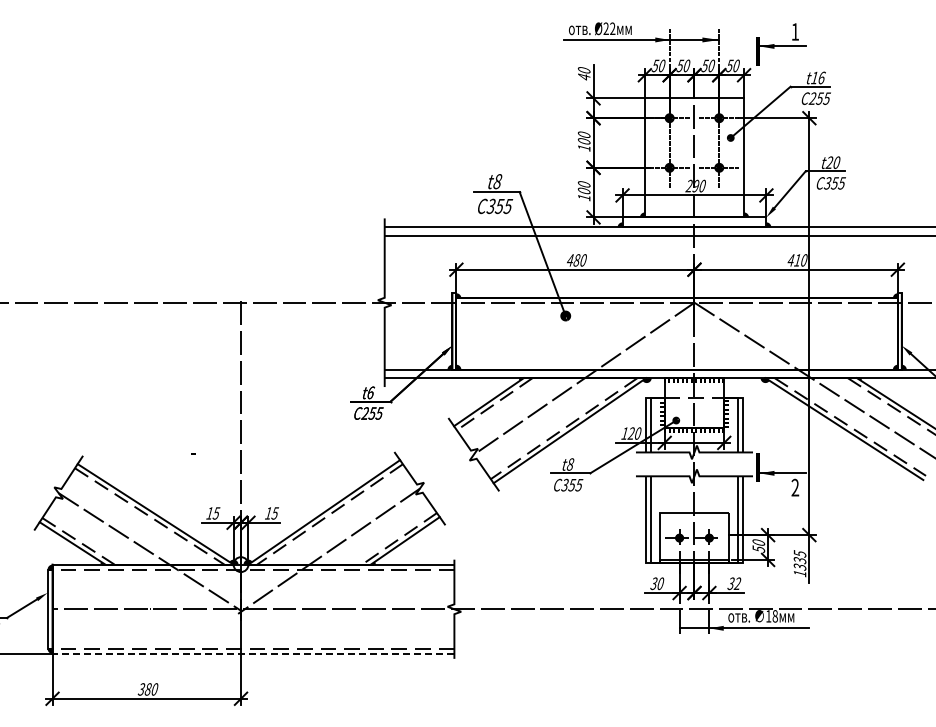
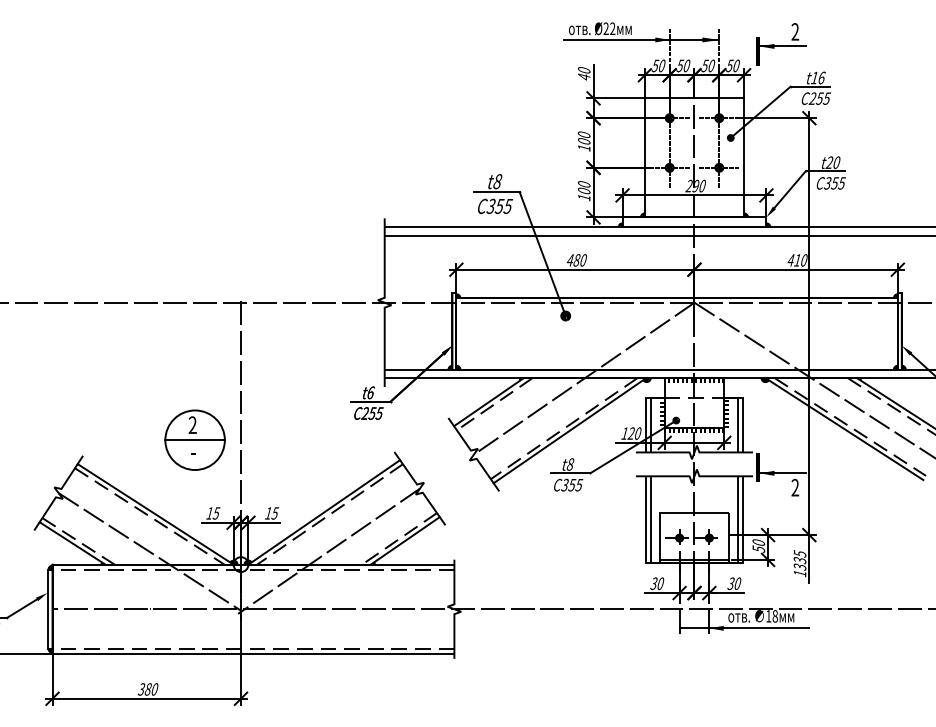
text at (795, 31): 1 -> 2
part at (194, 439): none -> present
text at (737, 583): 32 -> 30
line at (253, 653): dashed -> solid
